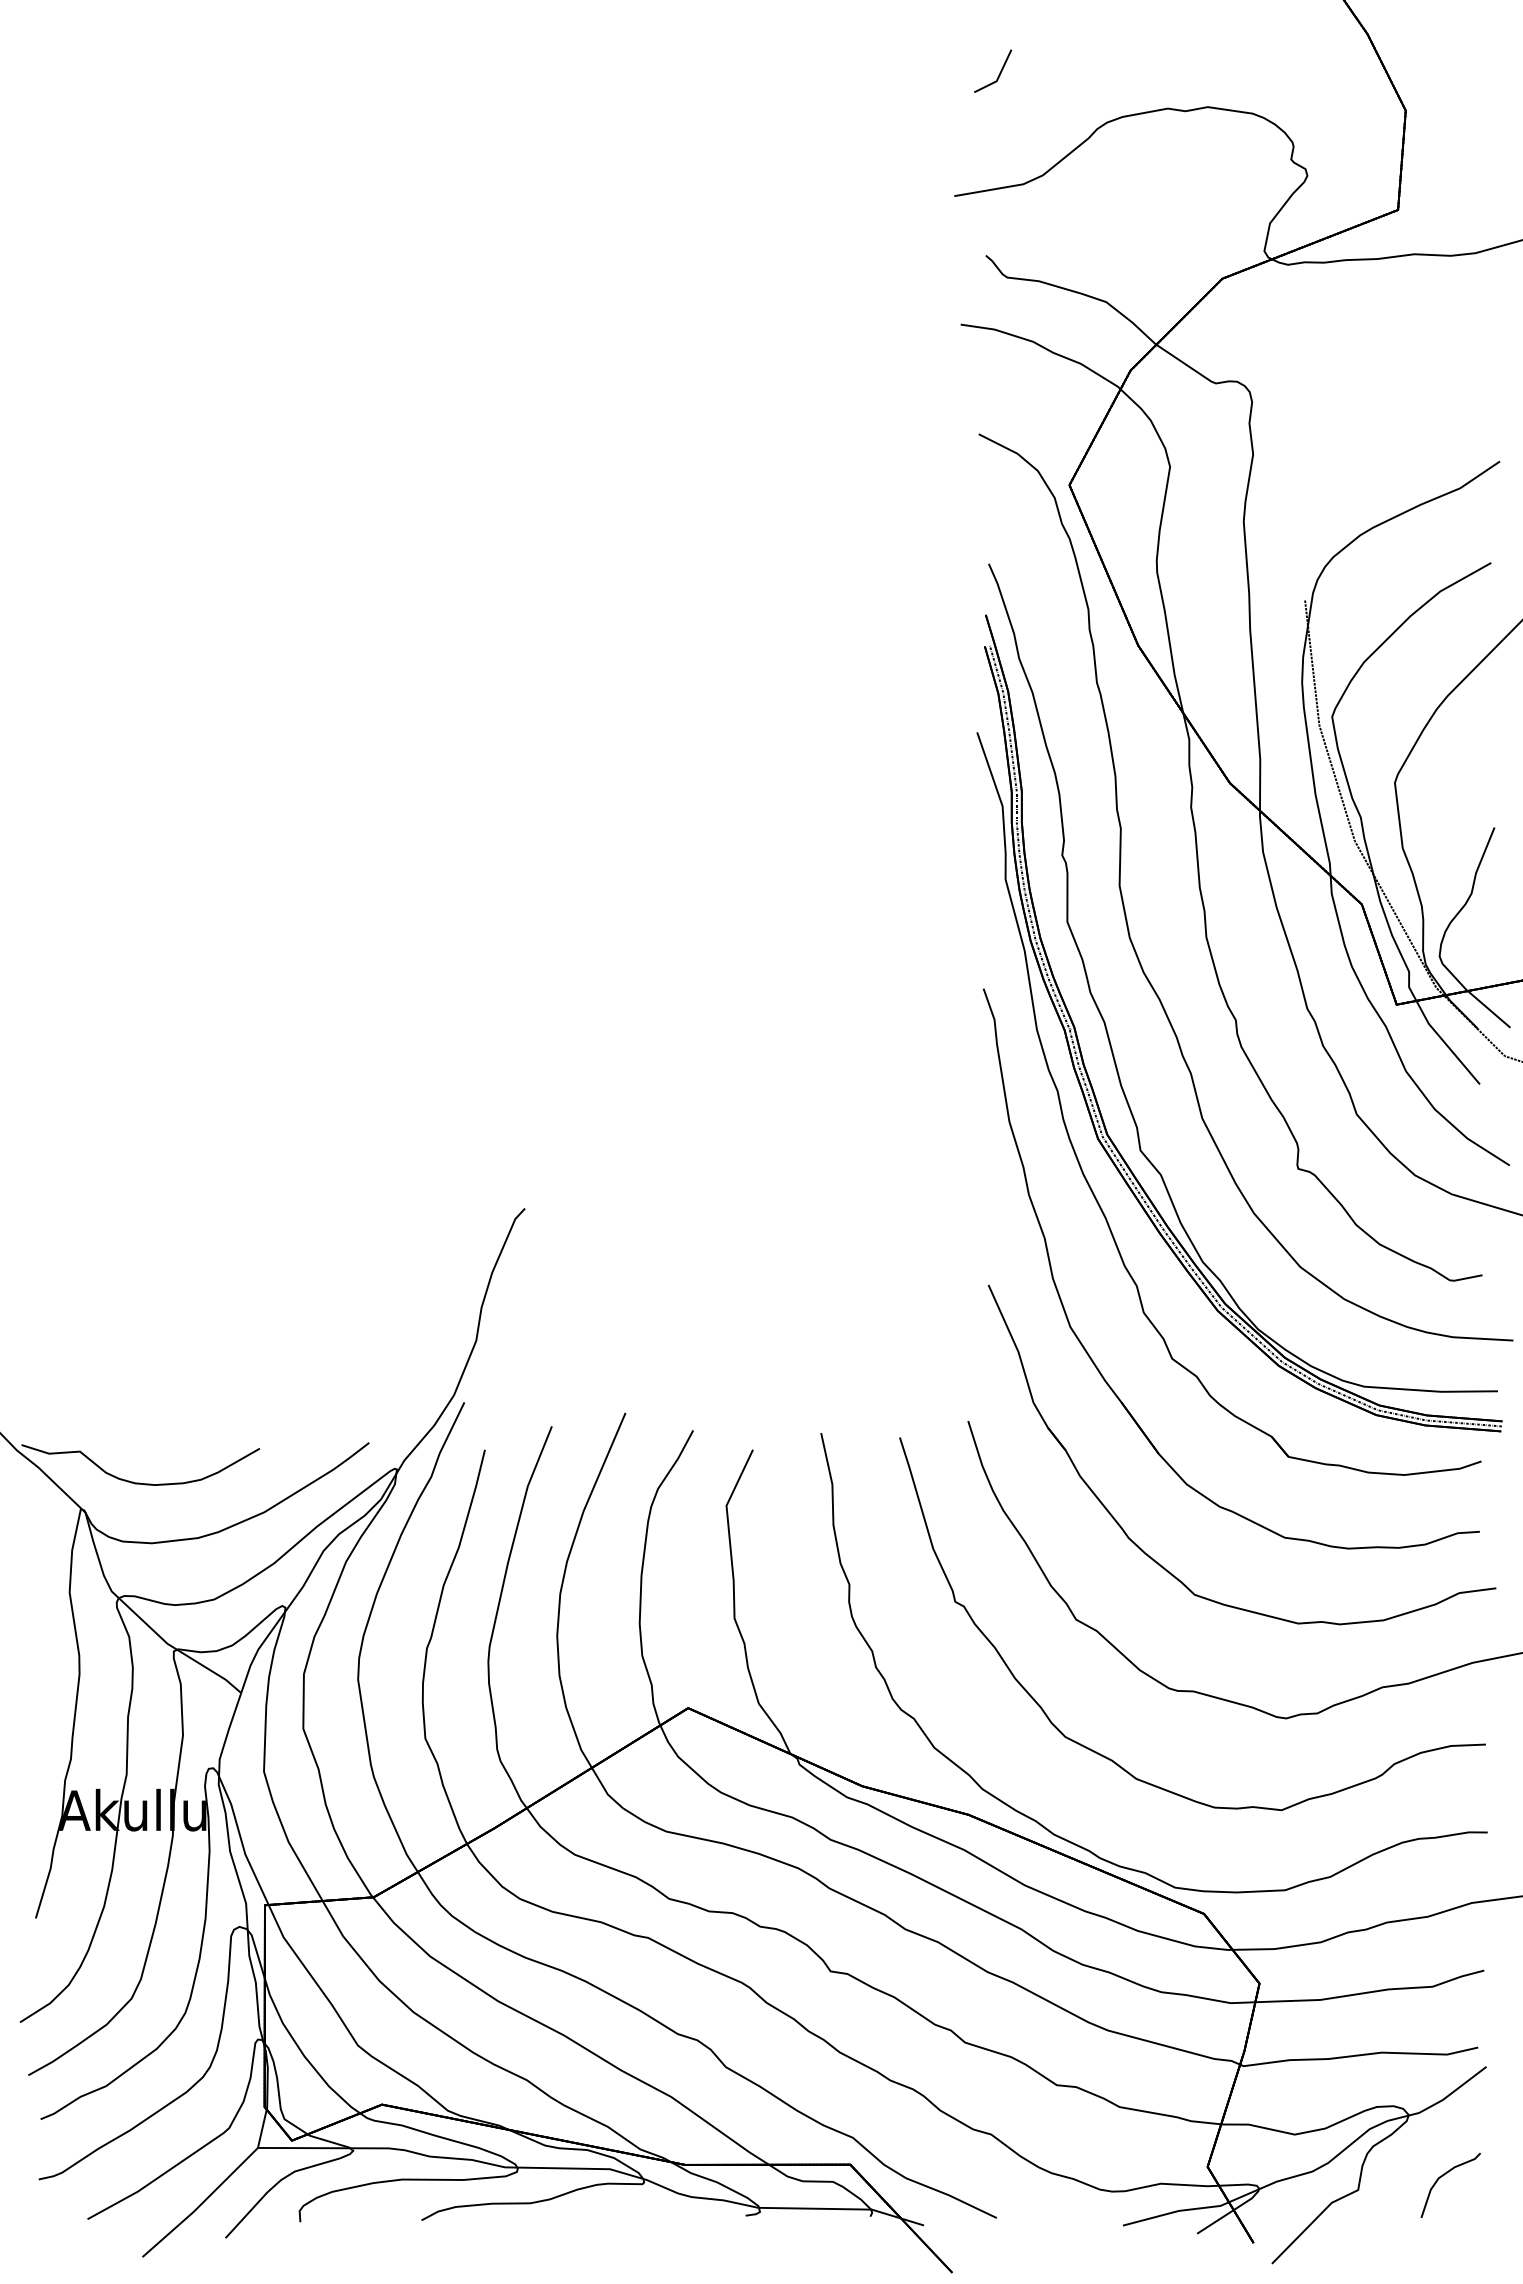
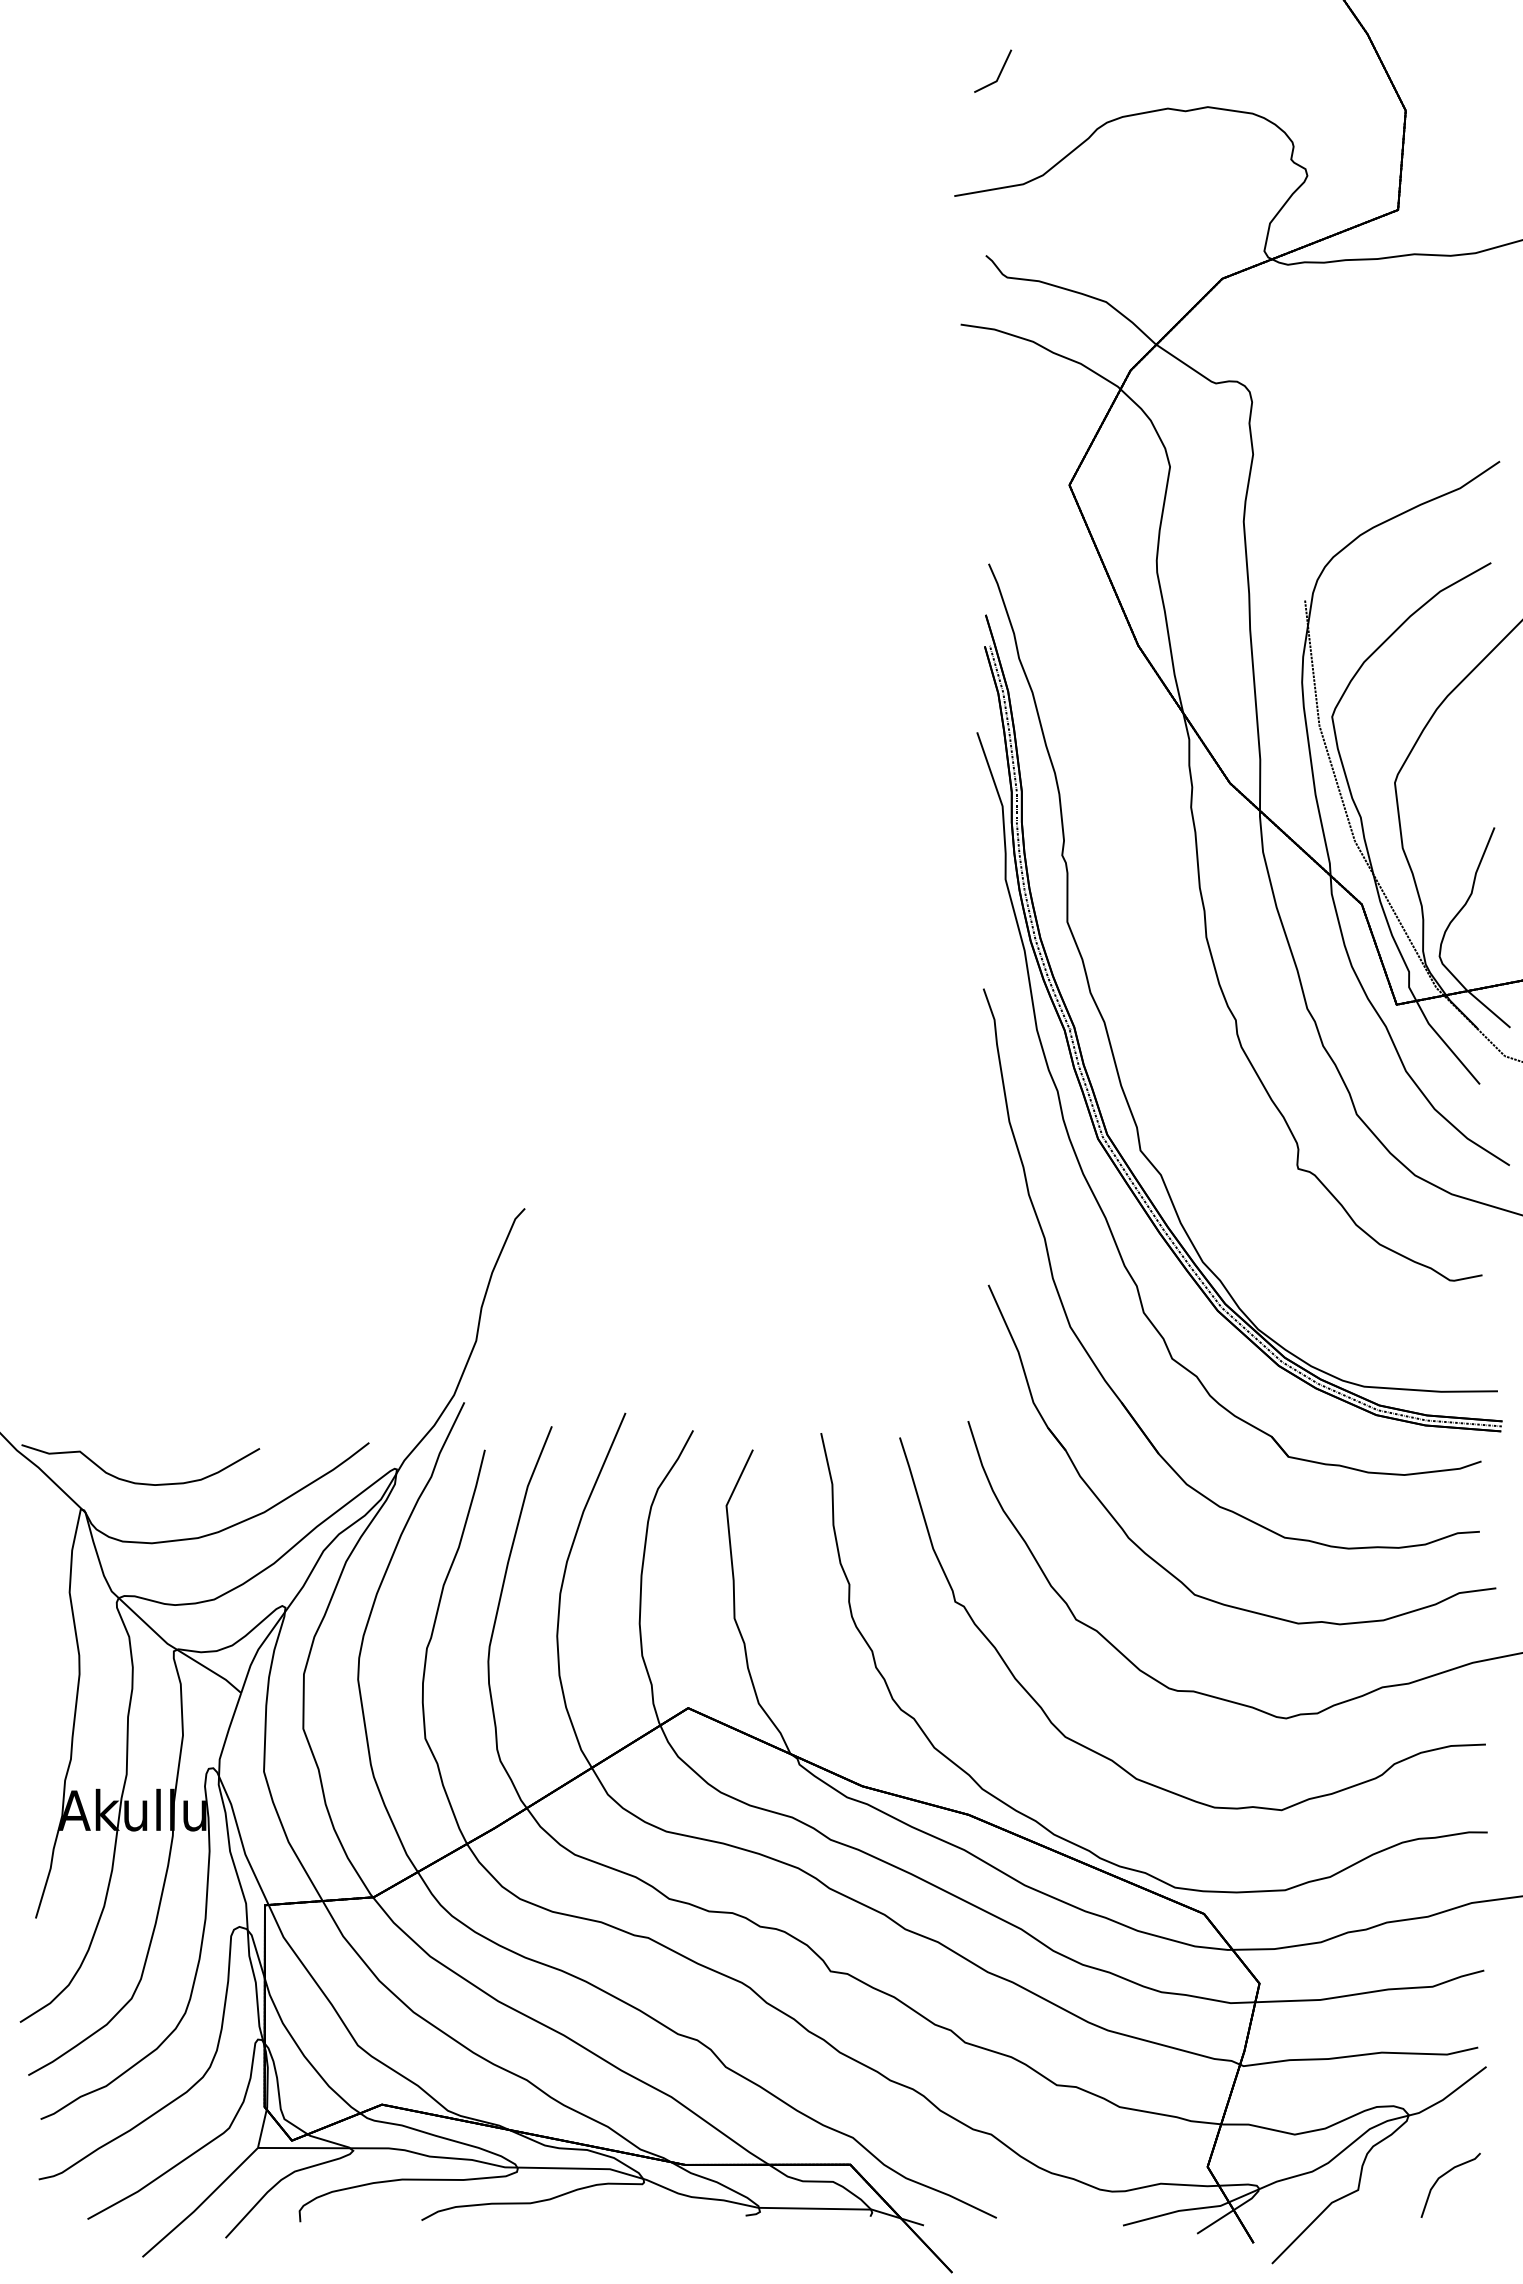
part at (1125, 909): present -> none
